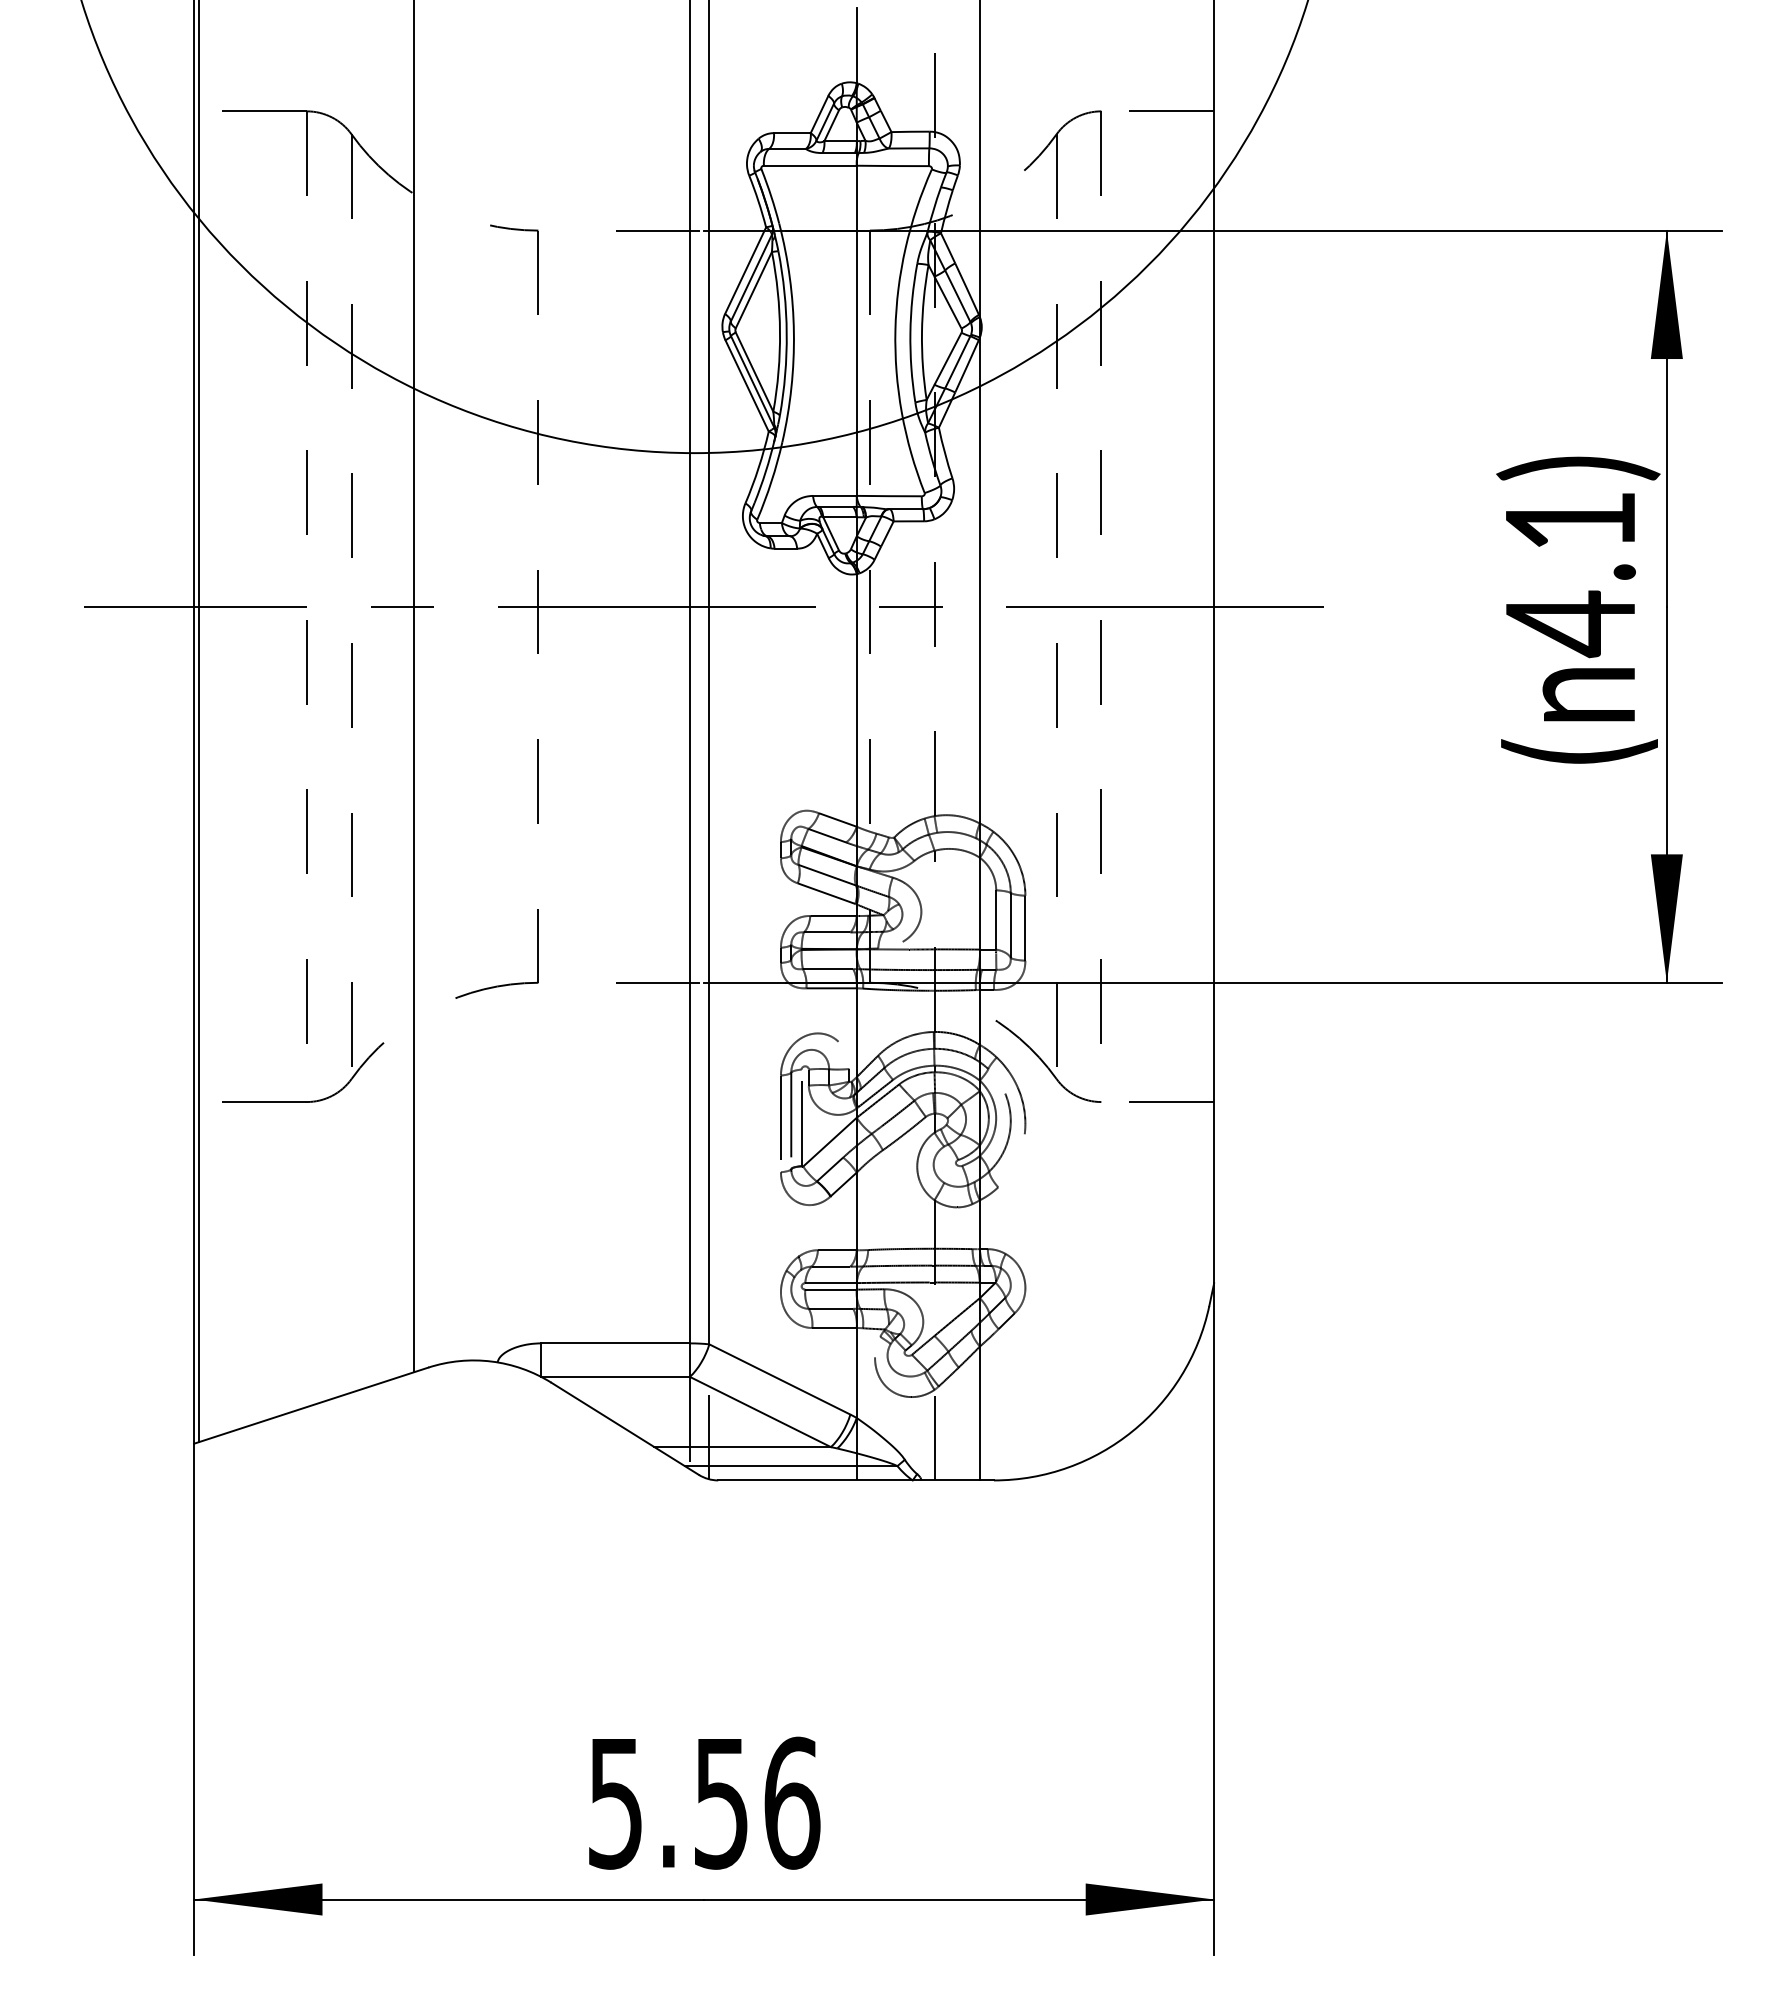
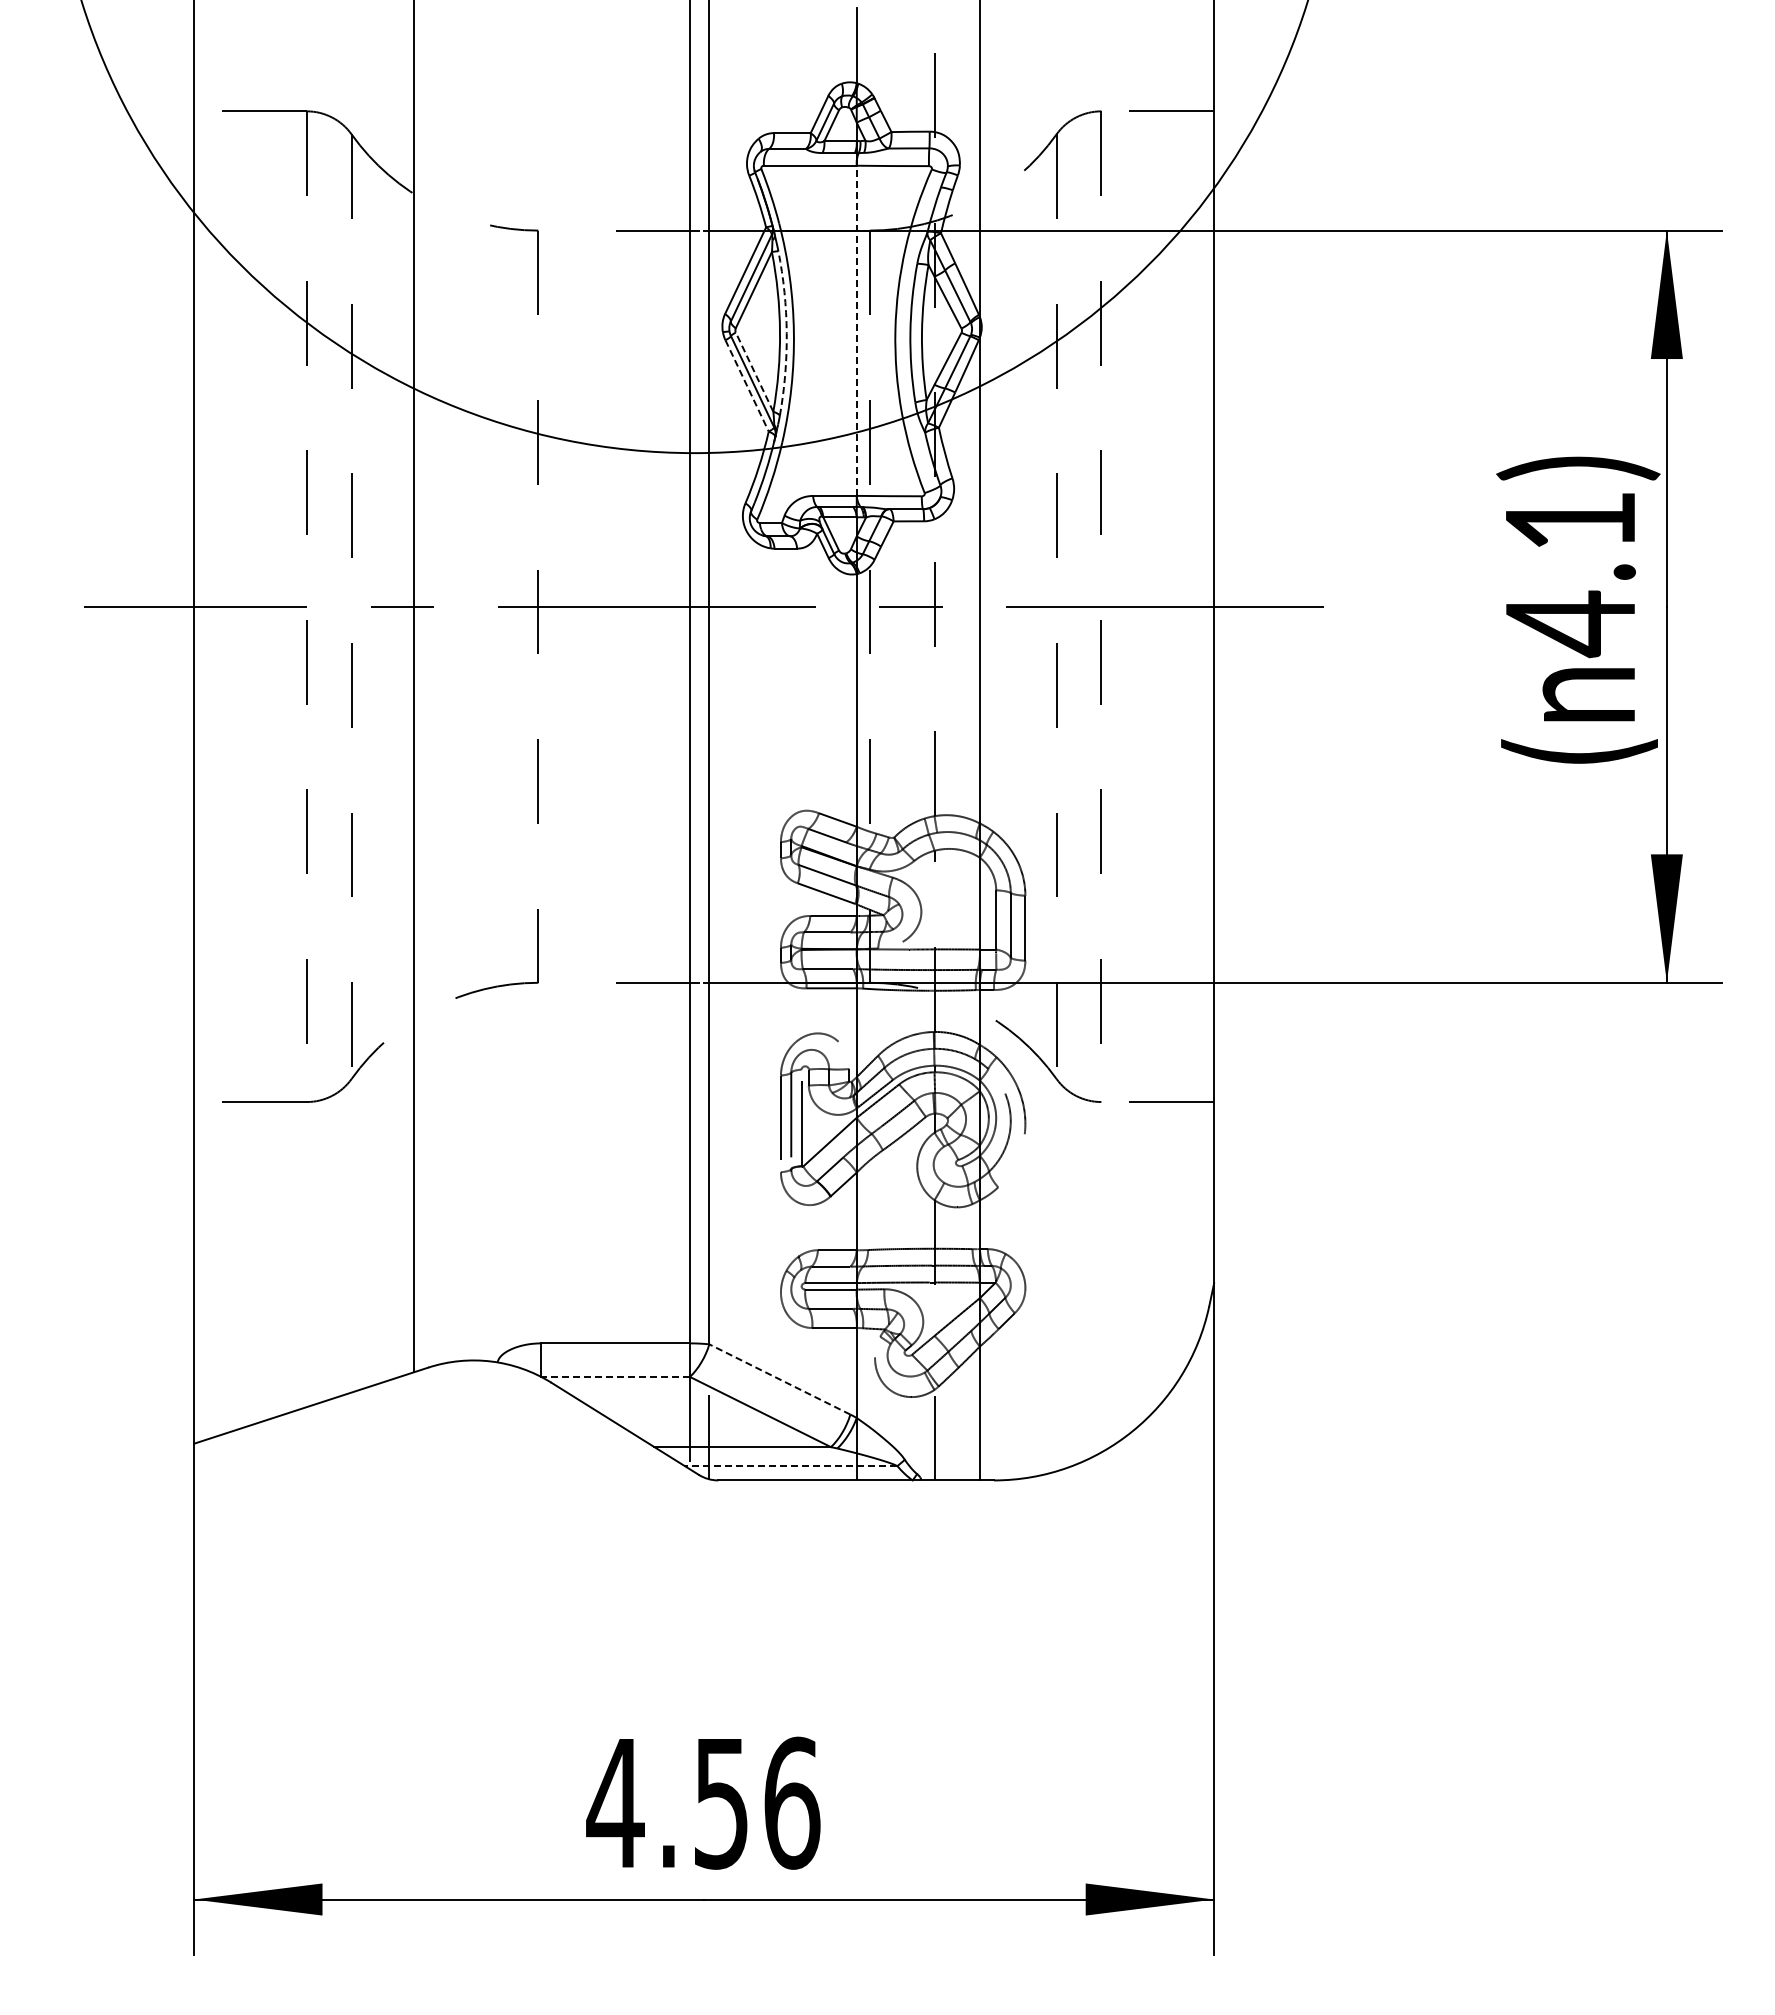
line at (856, 330): solid -> dashed
arc at (786, 333): solid -> dashed
line at (754, 372): solid -> dashed
line at (747, 385): solid -> dashed
line at (198, 722): present -> none
line at (615, 1376): solid -> dashed
line at (779, 1379): solid -> dashed
line at (790, 1466): solid -> dashed
text at (615, 1804): 5.56 -> 4.56
